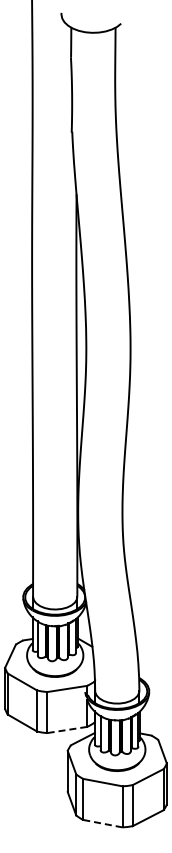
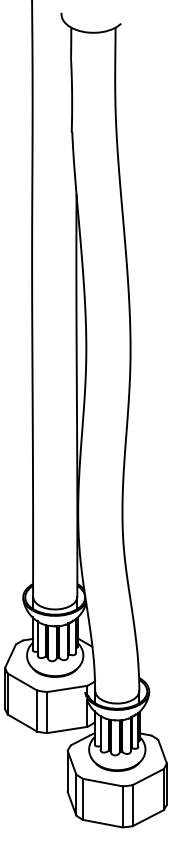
line at (66, 730): dashed -> solid
line at (102, 823): dashed -> solid
